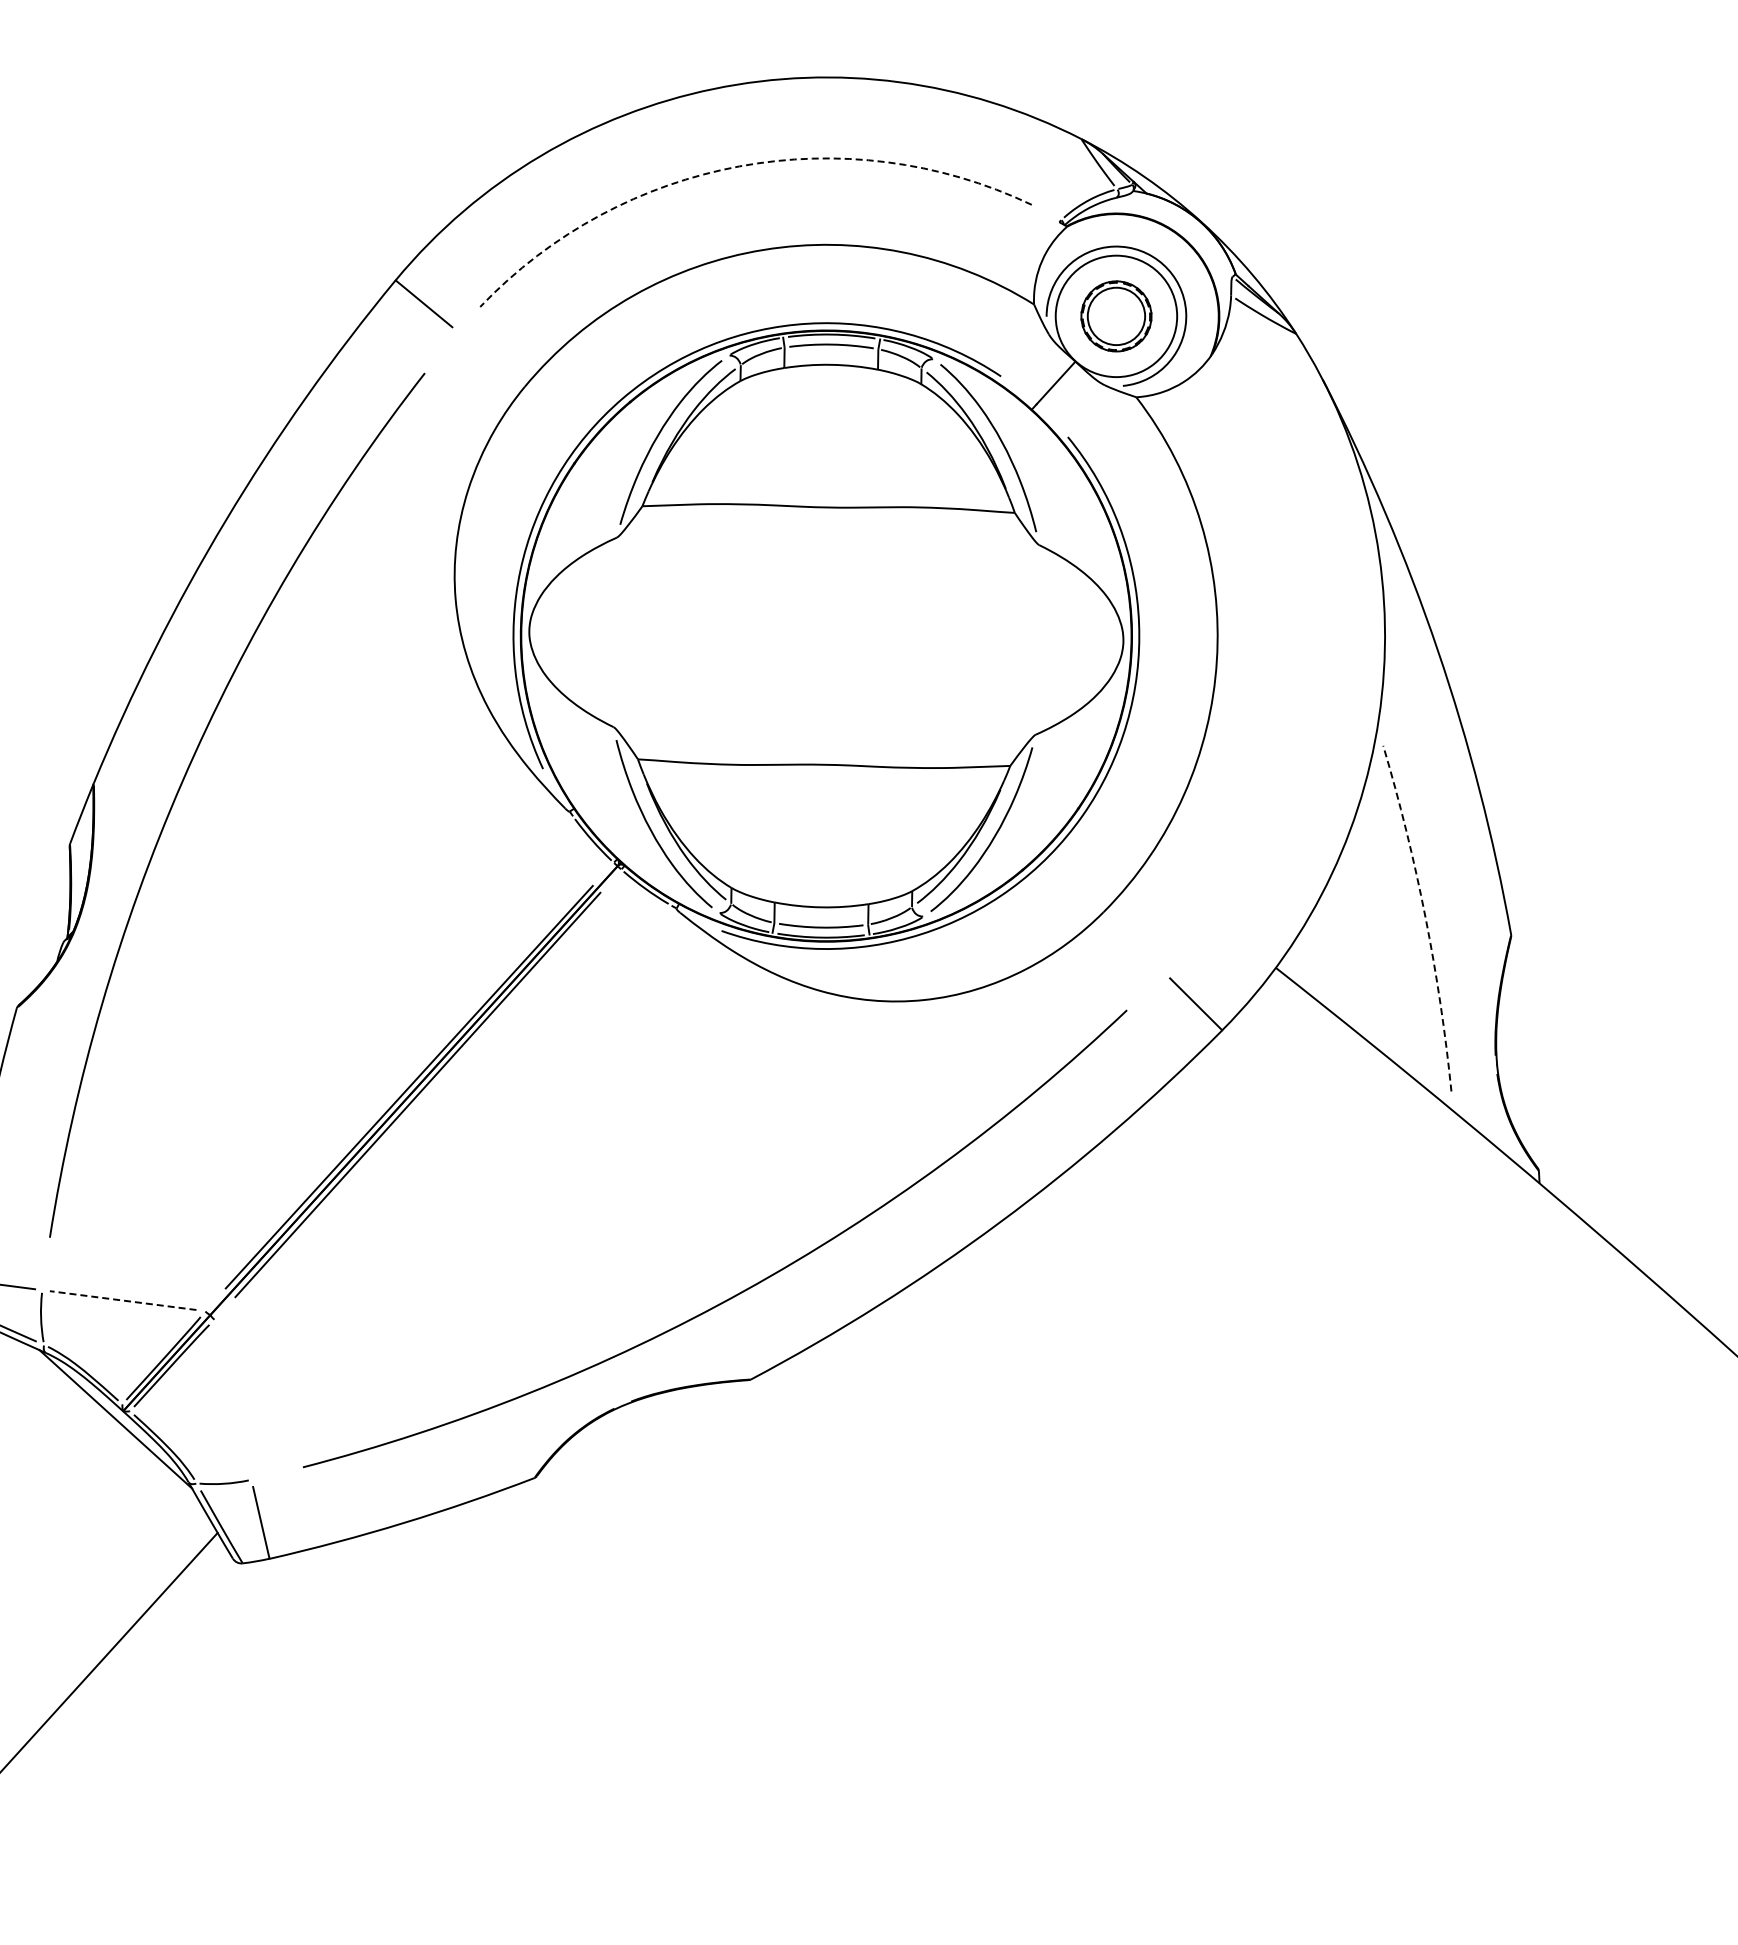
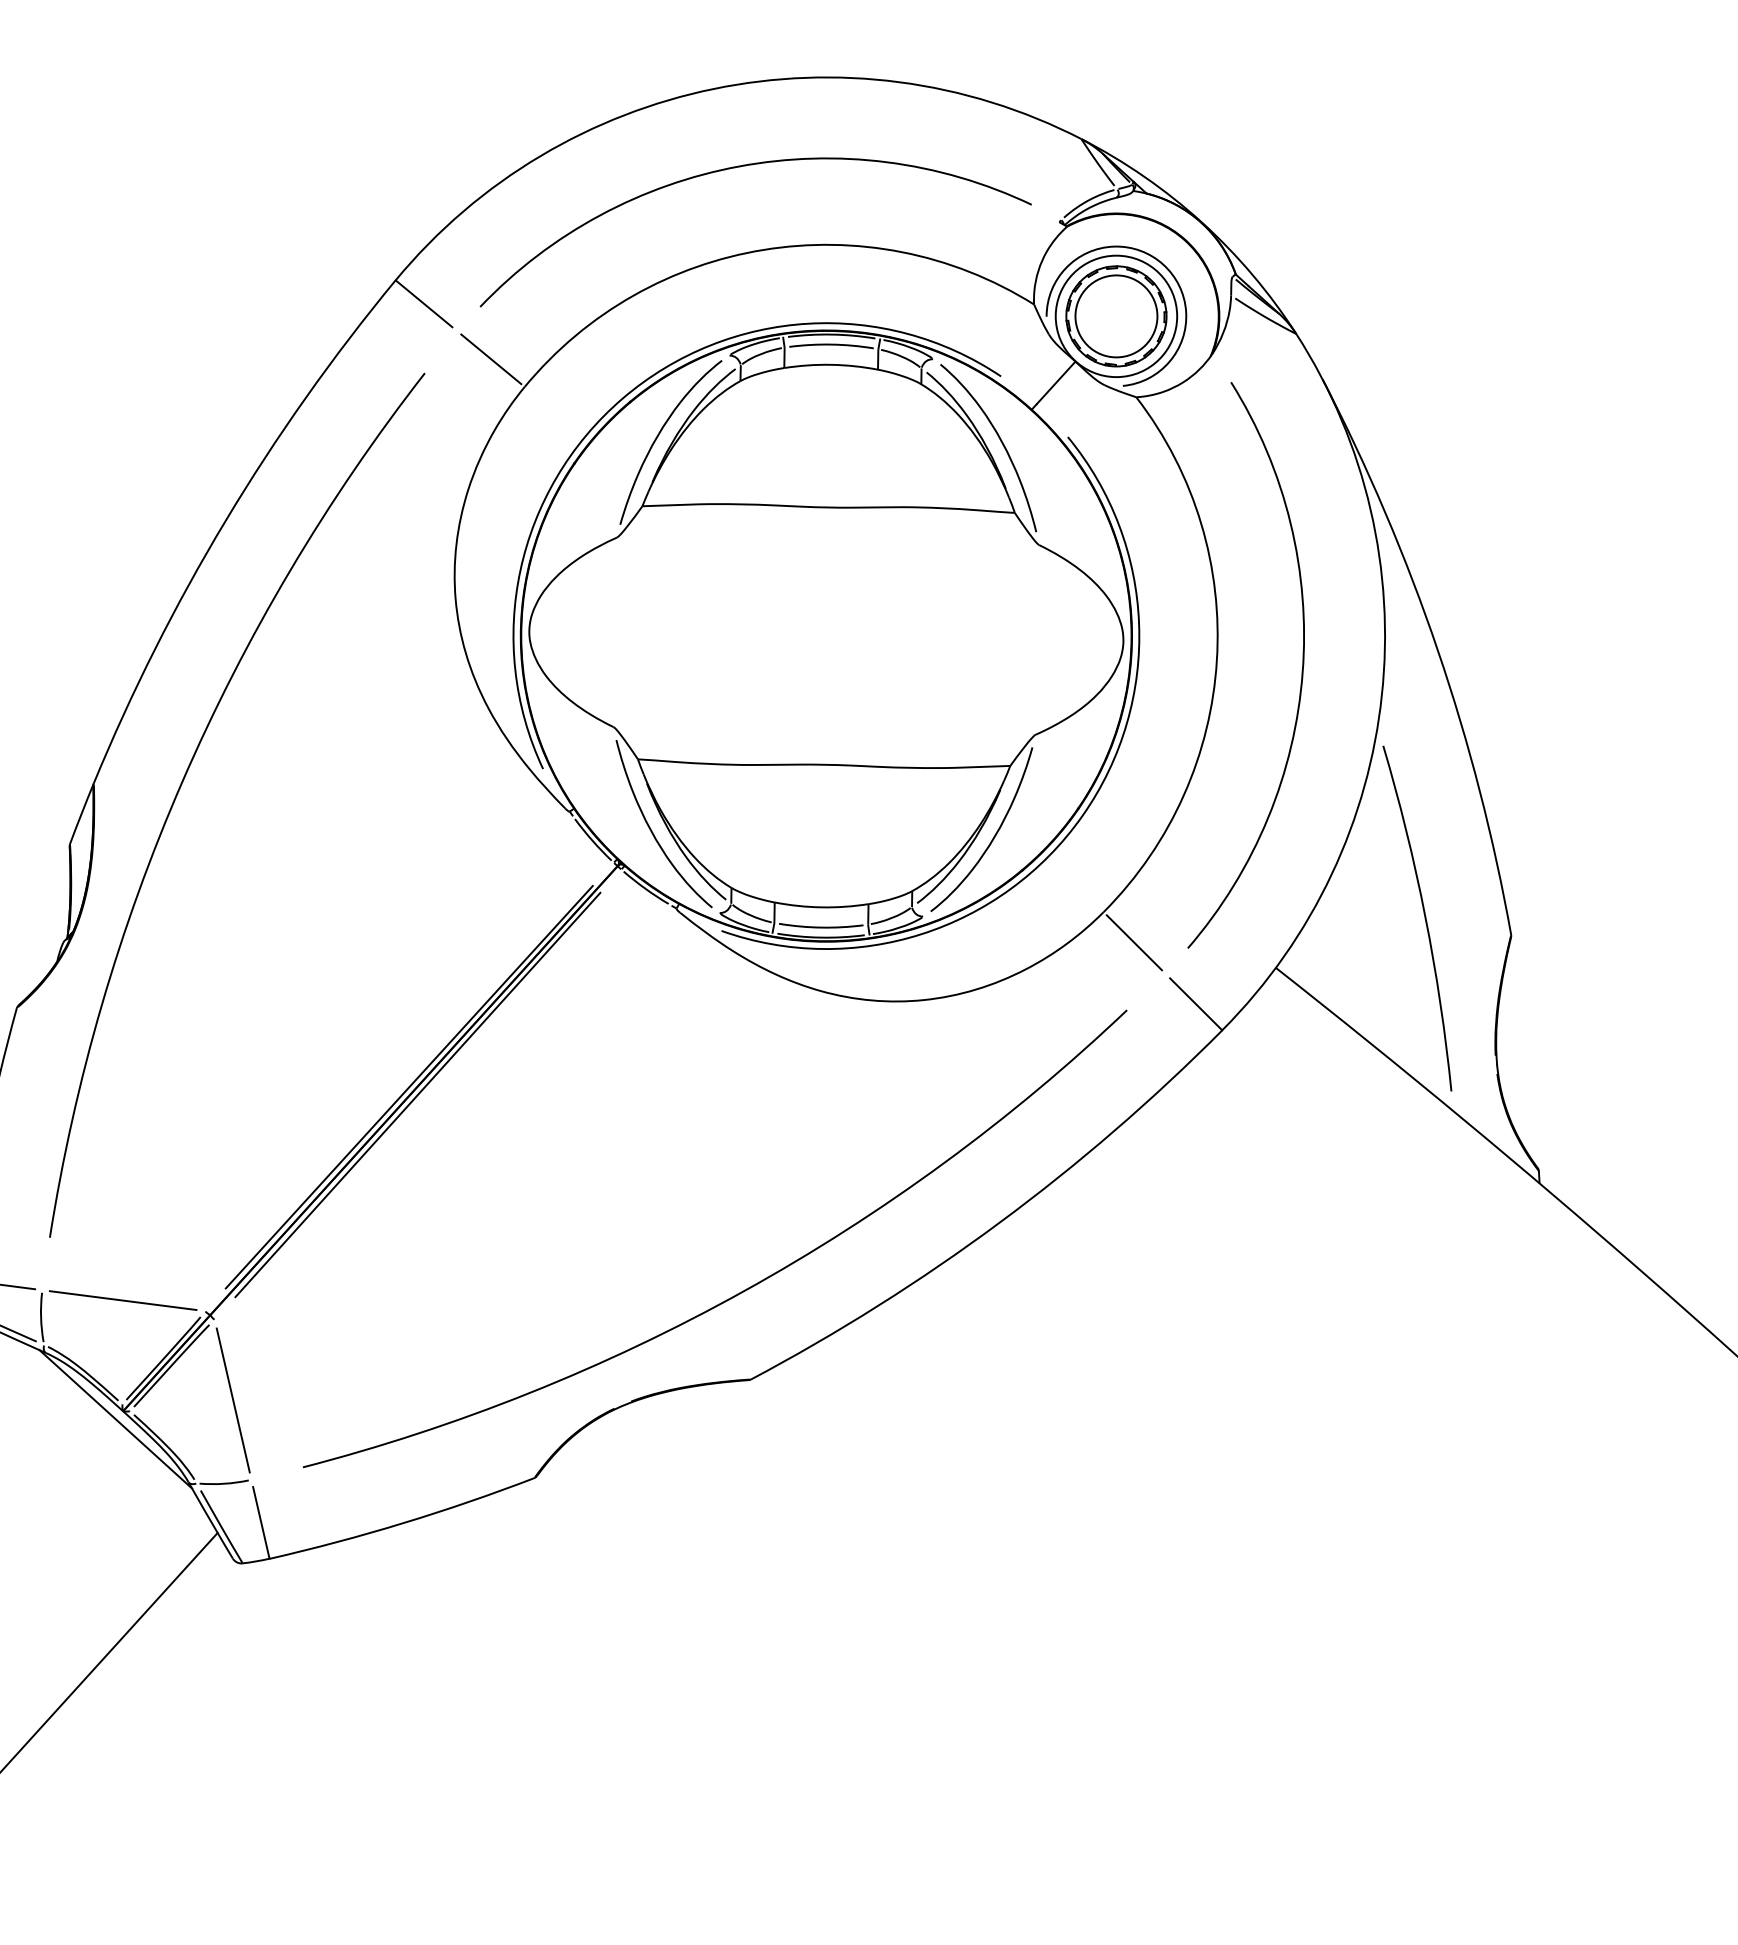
arc at (739, 166): dashed -> solid
part at (1116, 316) size: 73x73 px -> 103x103 px
line at (491, 359): none -> present
arc at (1301, 670): none -> present
arc at (1425, 917): dashed -> solid
line at (1134, 942): none -> present
line at (123, 1300): dashed -> solid
line at (232, 1400): none -> present
